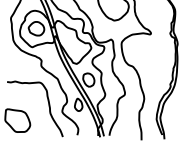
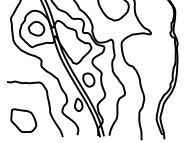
part at (17, 120) position: (17, 120) -> (23, 120)
